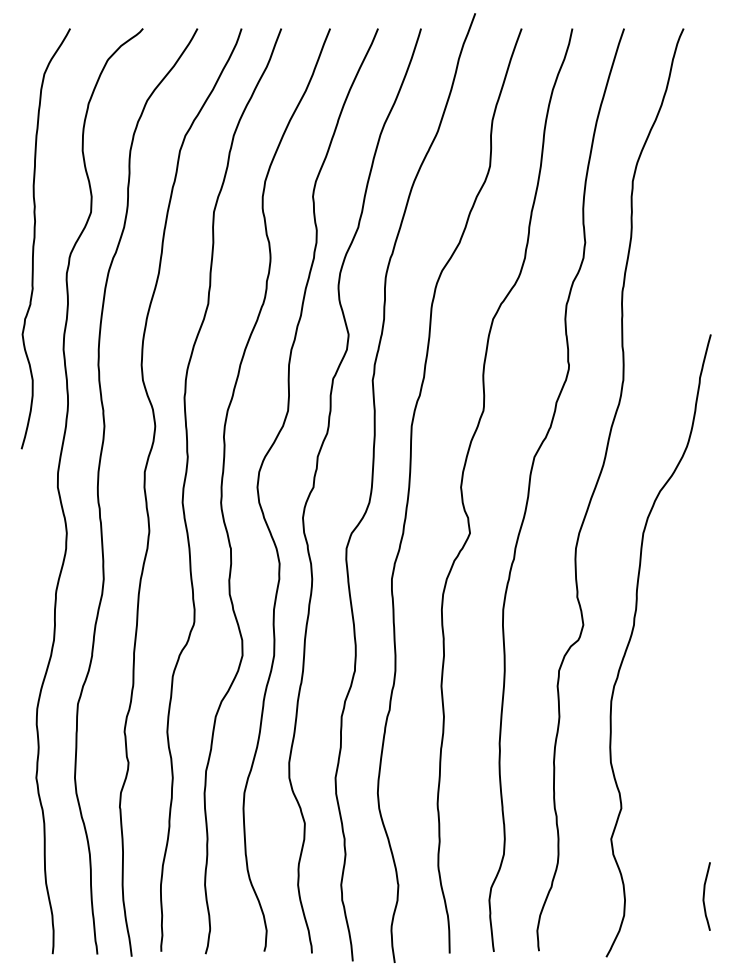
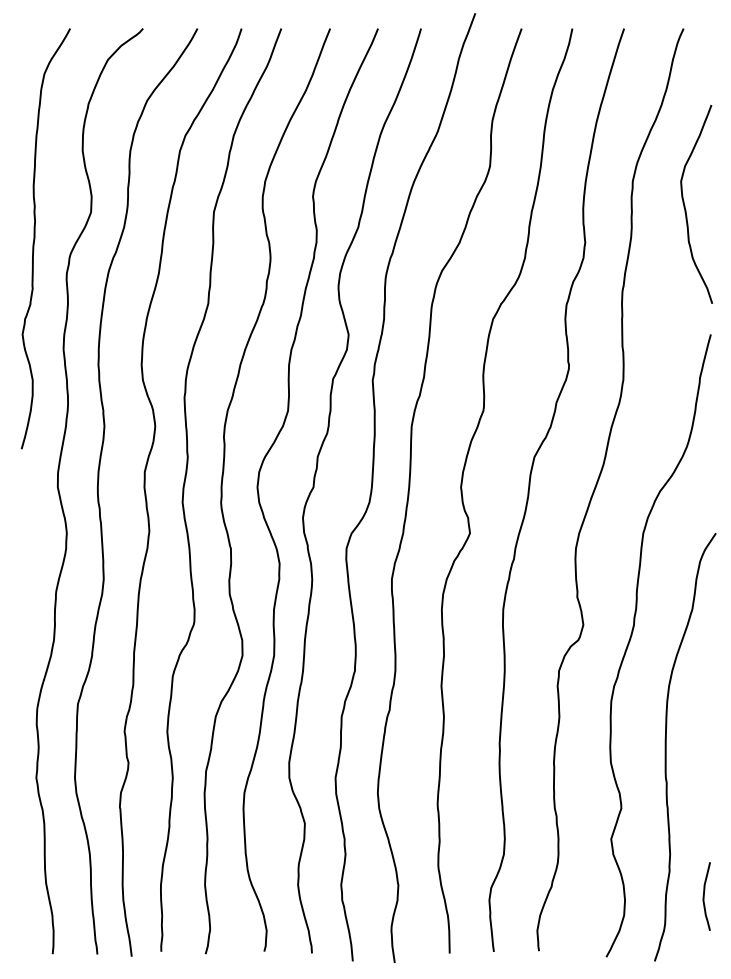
curve at (685, 205): none -> present
curve at (666, 747): none -> present
